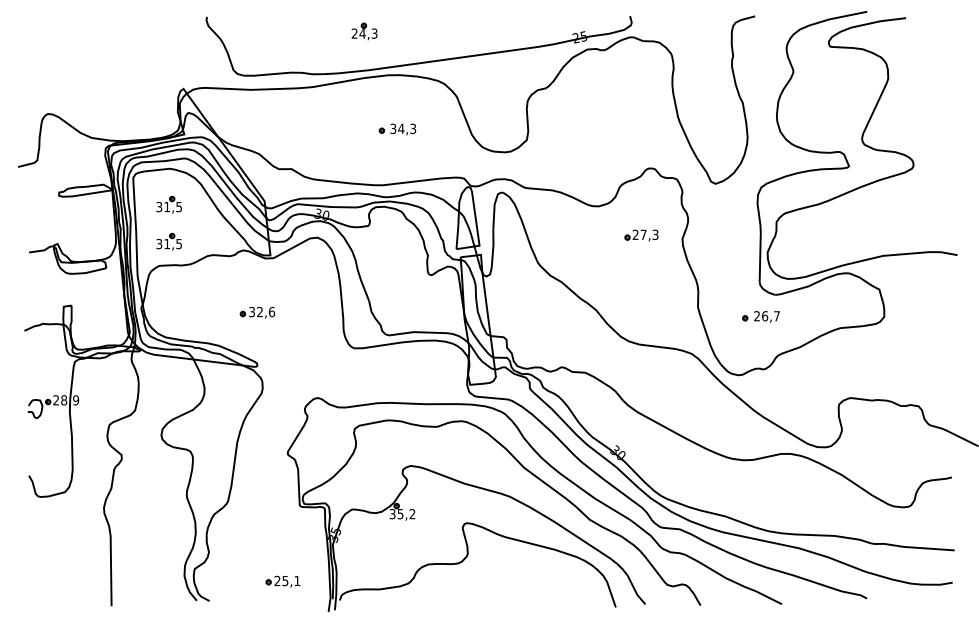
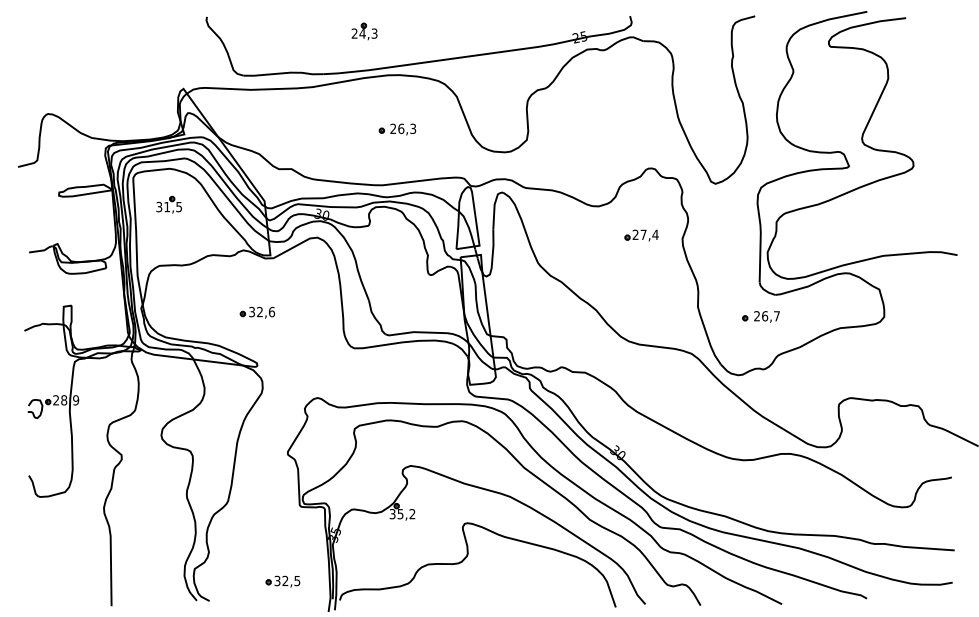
text at (397, 128): 34,3 -> 26,3
text at (655, 234): 27,3 -> 27,4
part at (168, 241): present -> none
text at (287, 580): 25,1 -> 32,5
